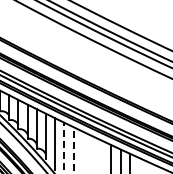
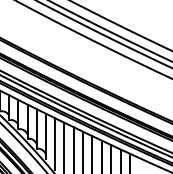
line at (64, 147): dashed -> solid
line at (73, 150): dashed -> solid
line at (83, 150): none -> present
line at (92, 153): none -> present
line at (101, 155): none -> present
